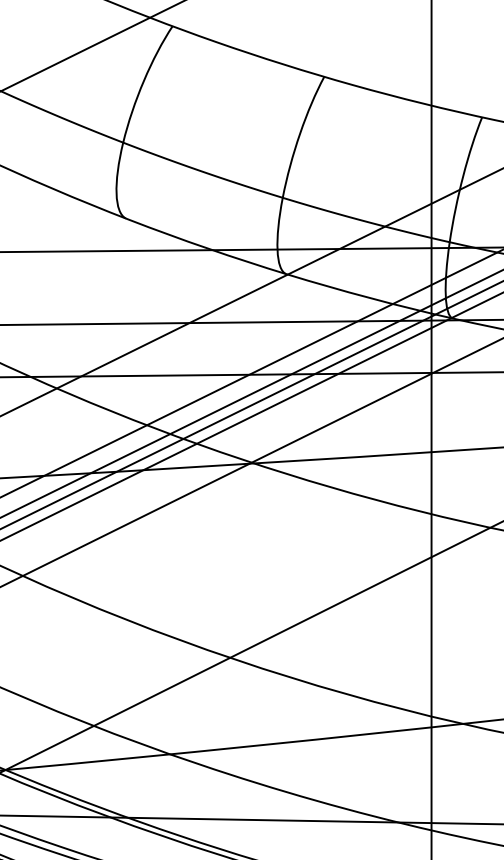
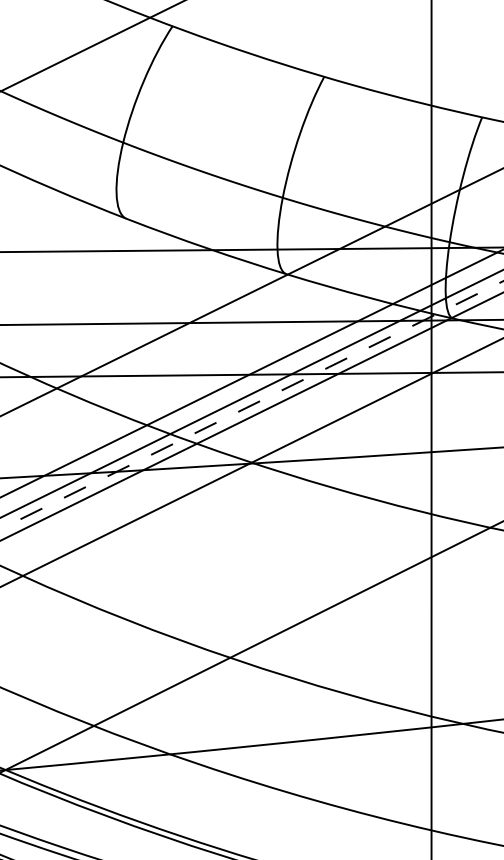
arc at (252, 405): solid -> dashed
line at (251, 819): present -> none
